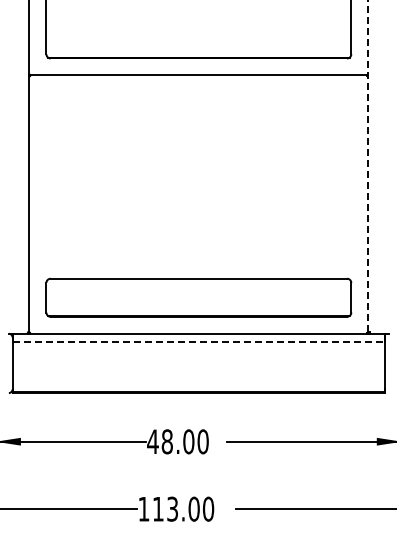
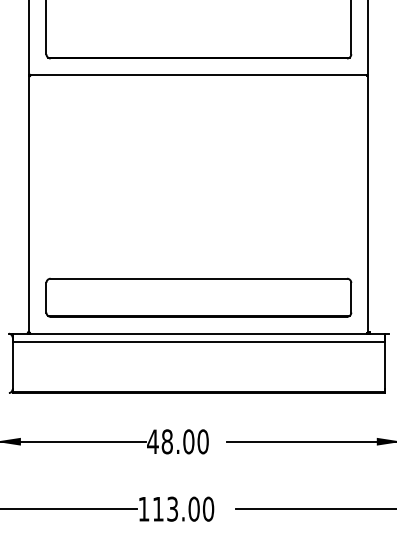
line at (368, 166): dashed -> solid
line at (199, 342): dashed -> solid
